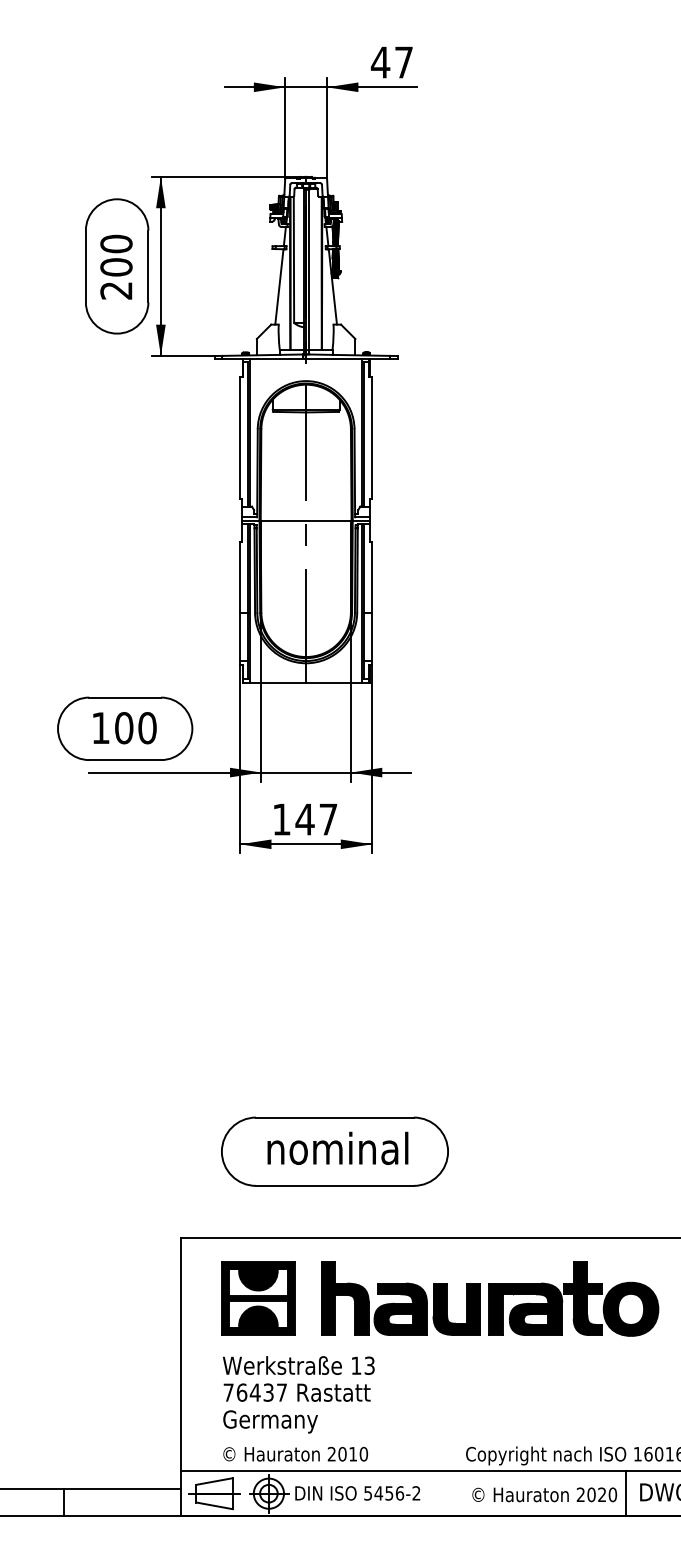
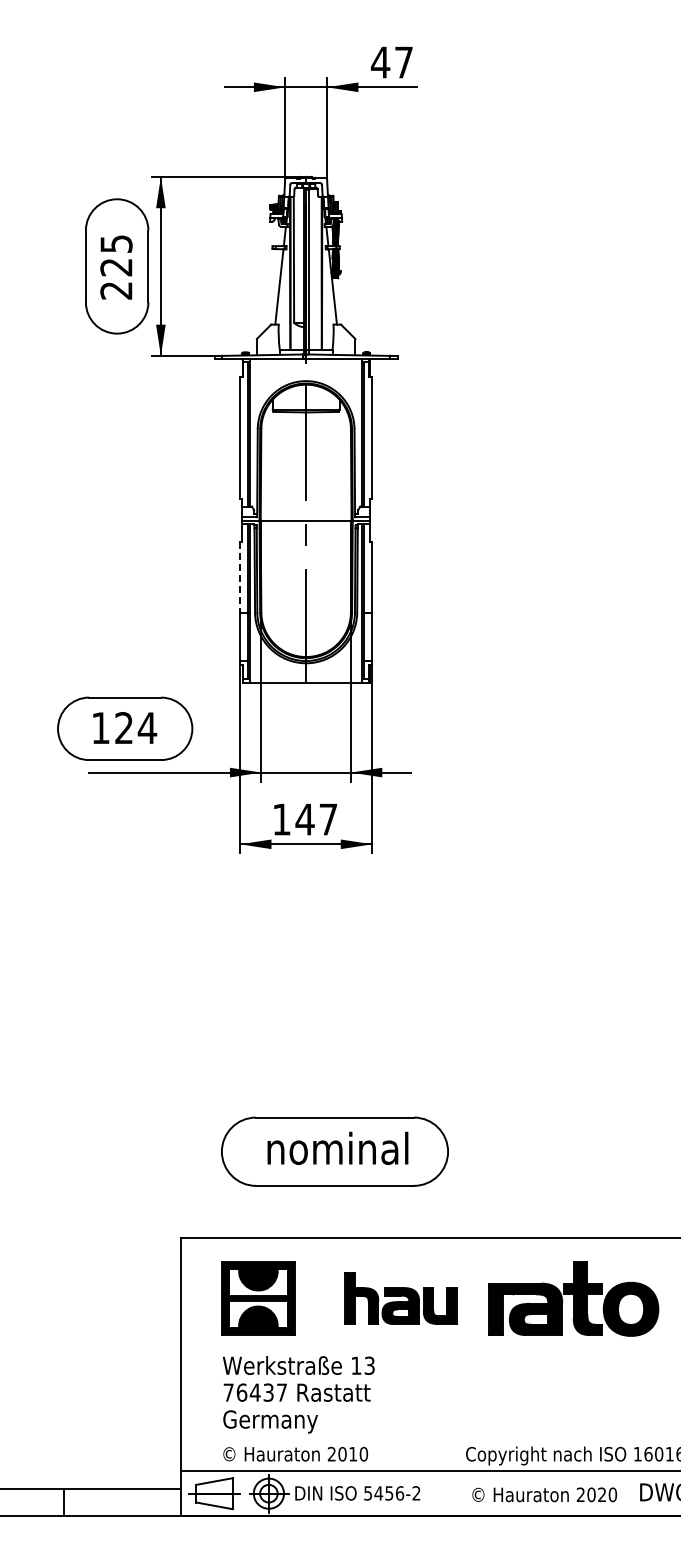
text at (116, 255): 200 -> 225
line at (240, 577): solid -> dashed
text at (136, 728): 100 -> 124
part at (400, 1298) size: 160x75 px -> 114x53 px
line at (626, 1493): present -> none
